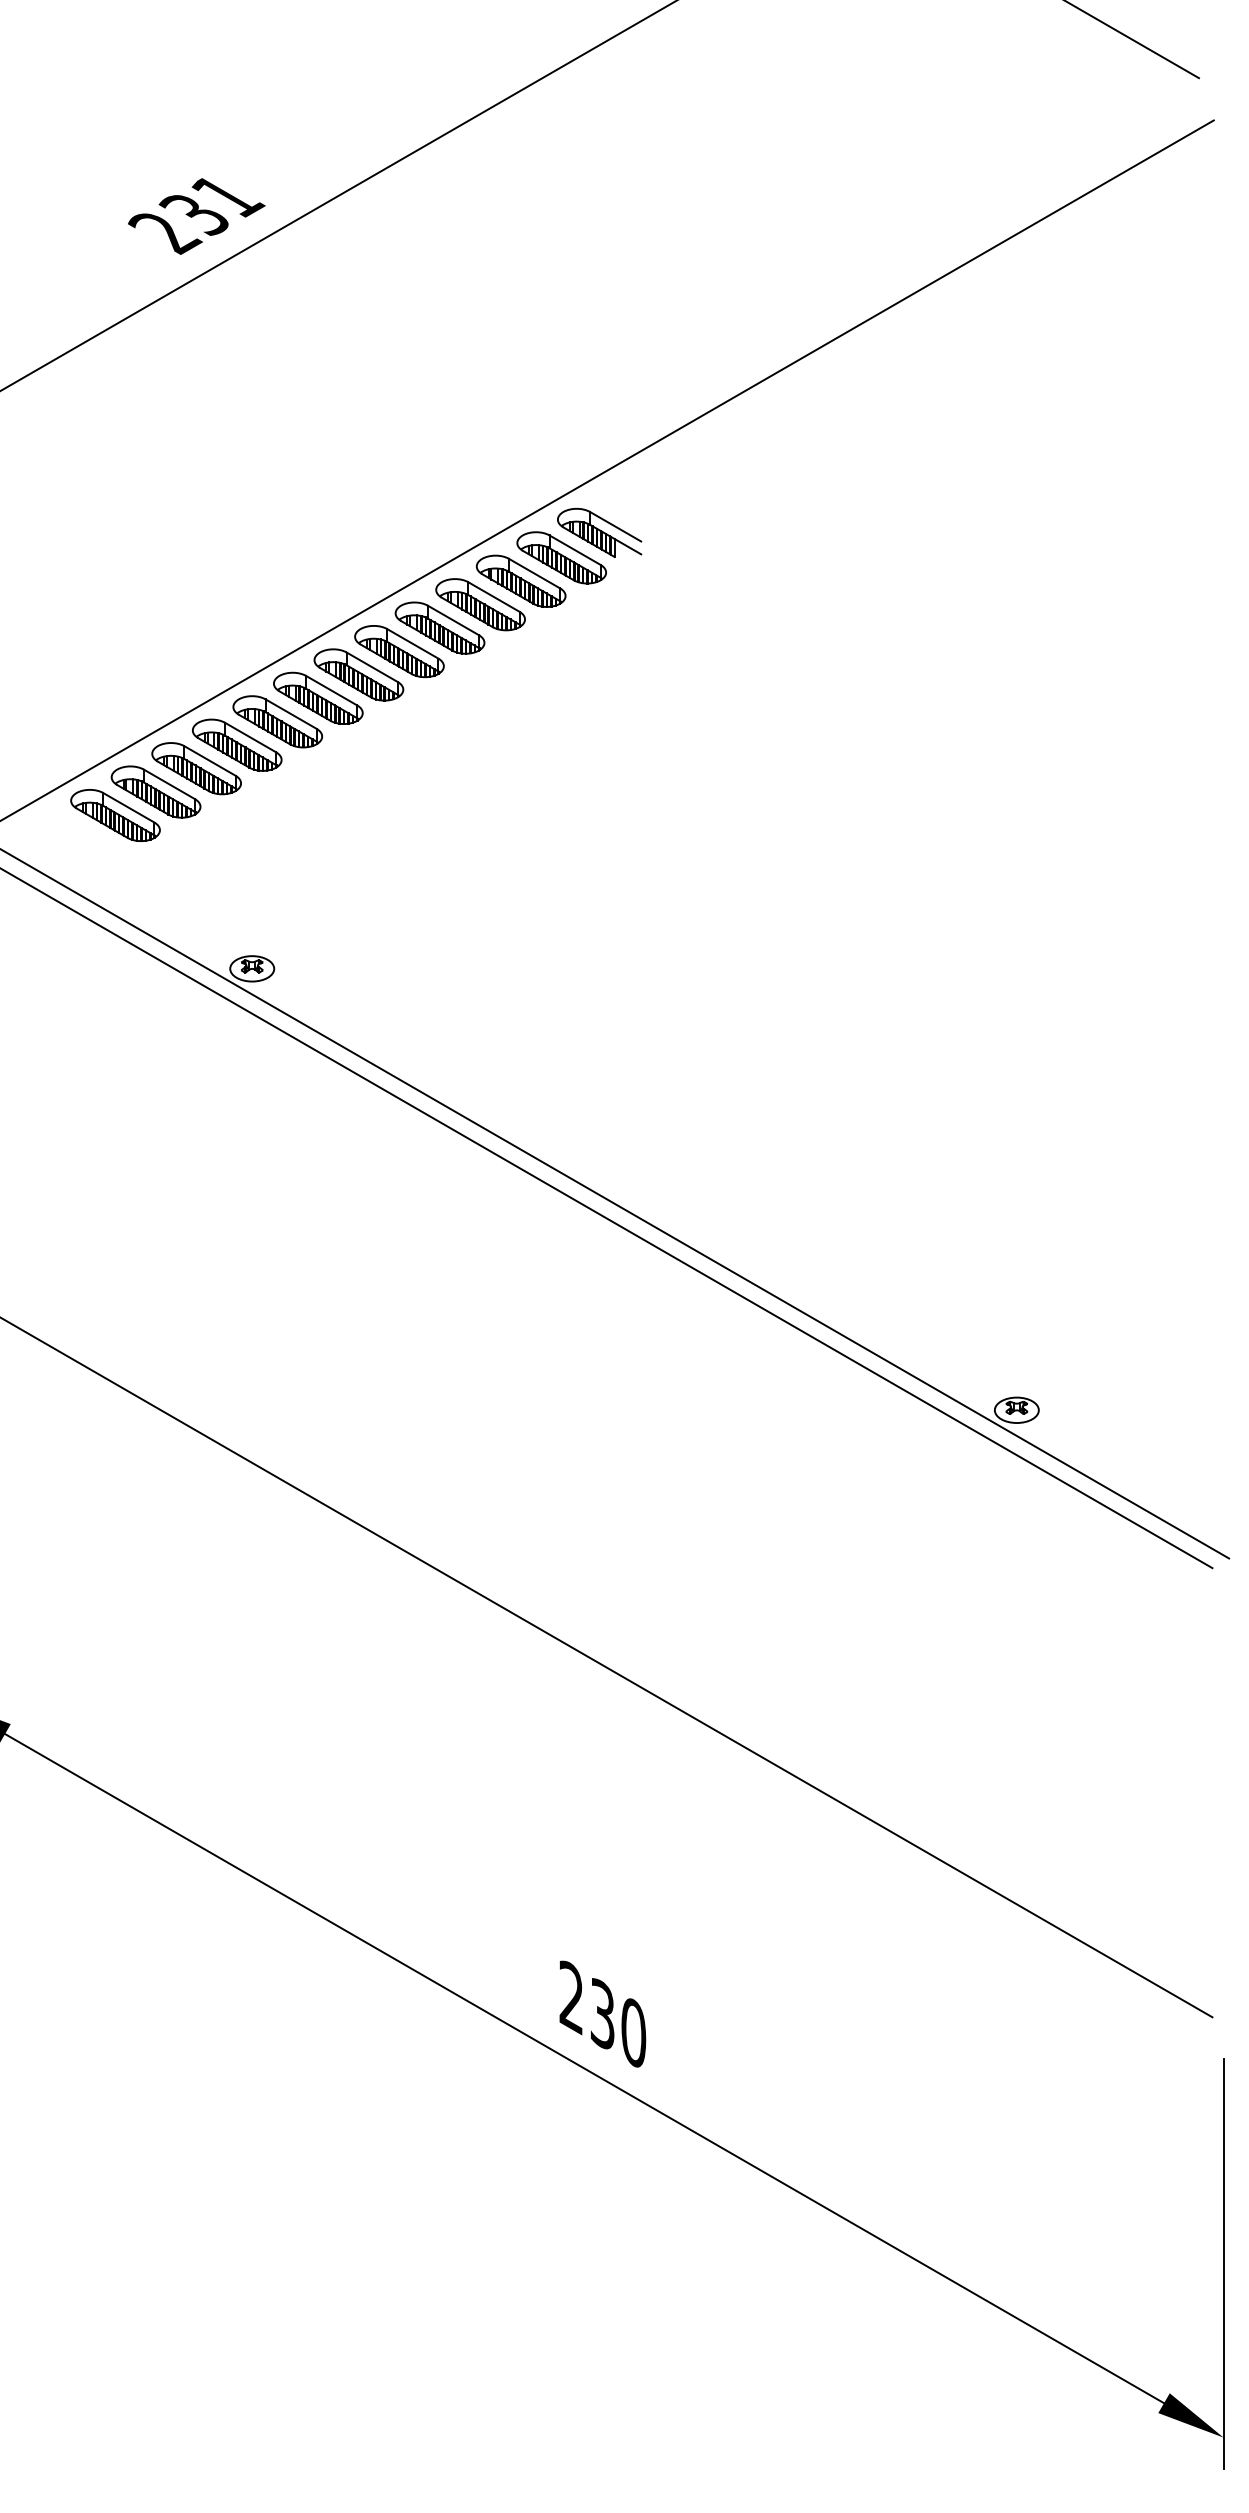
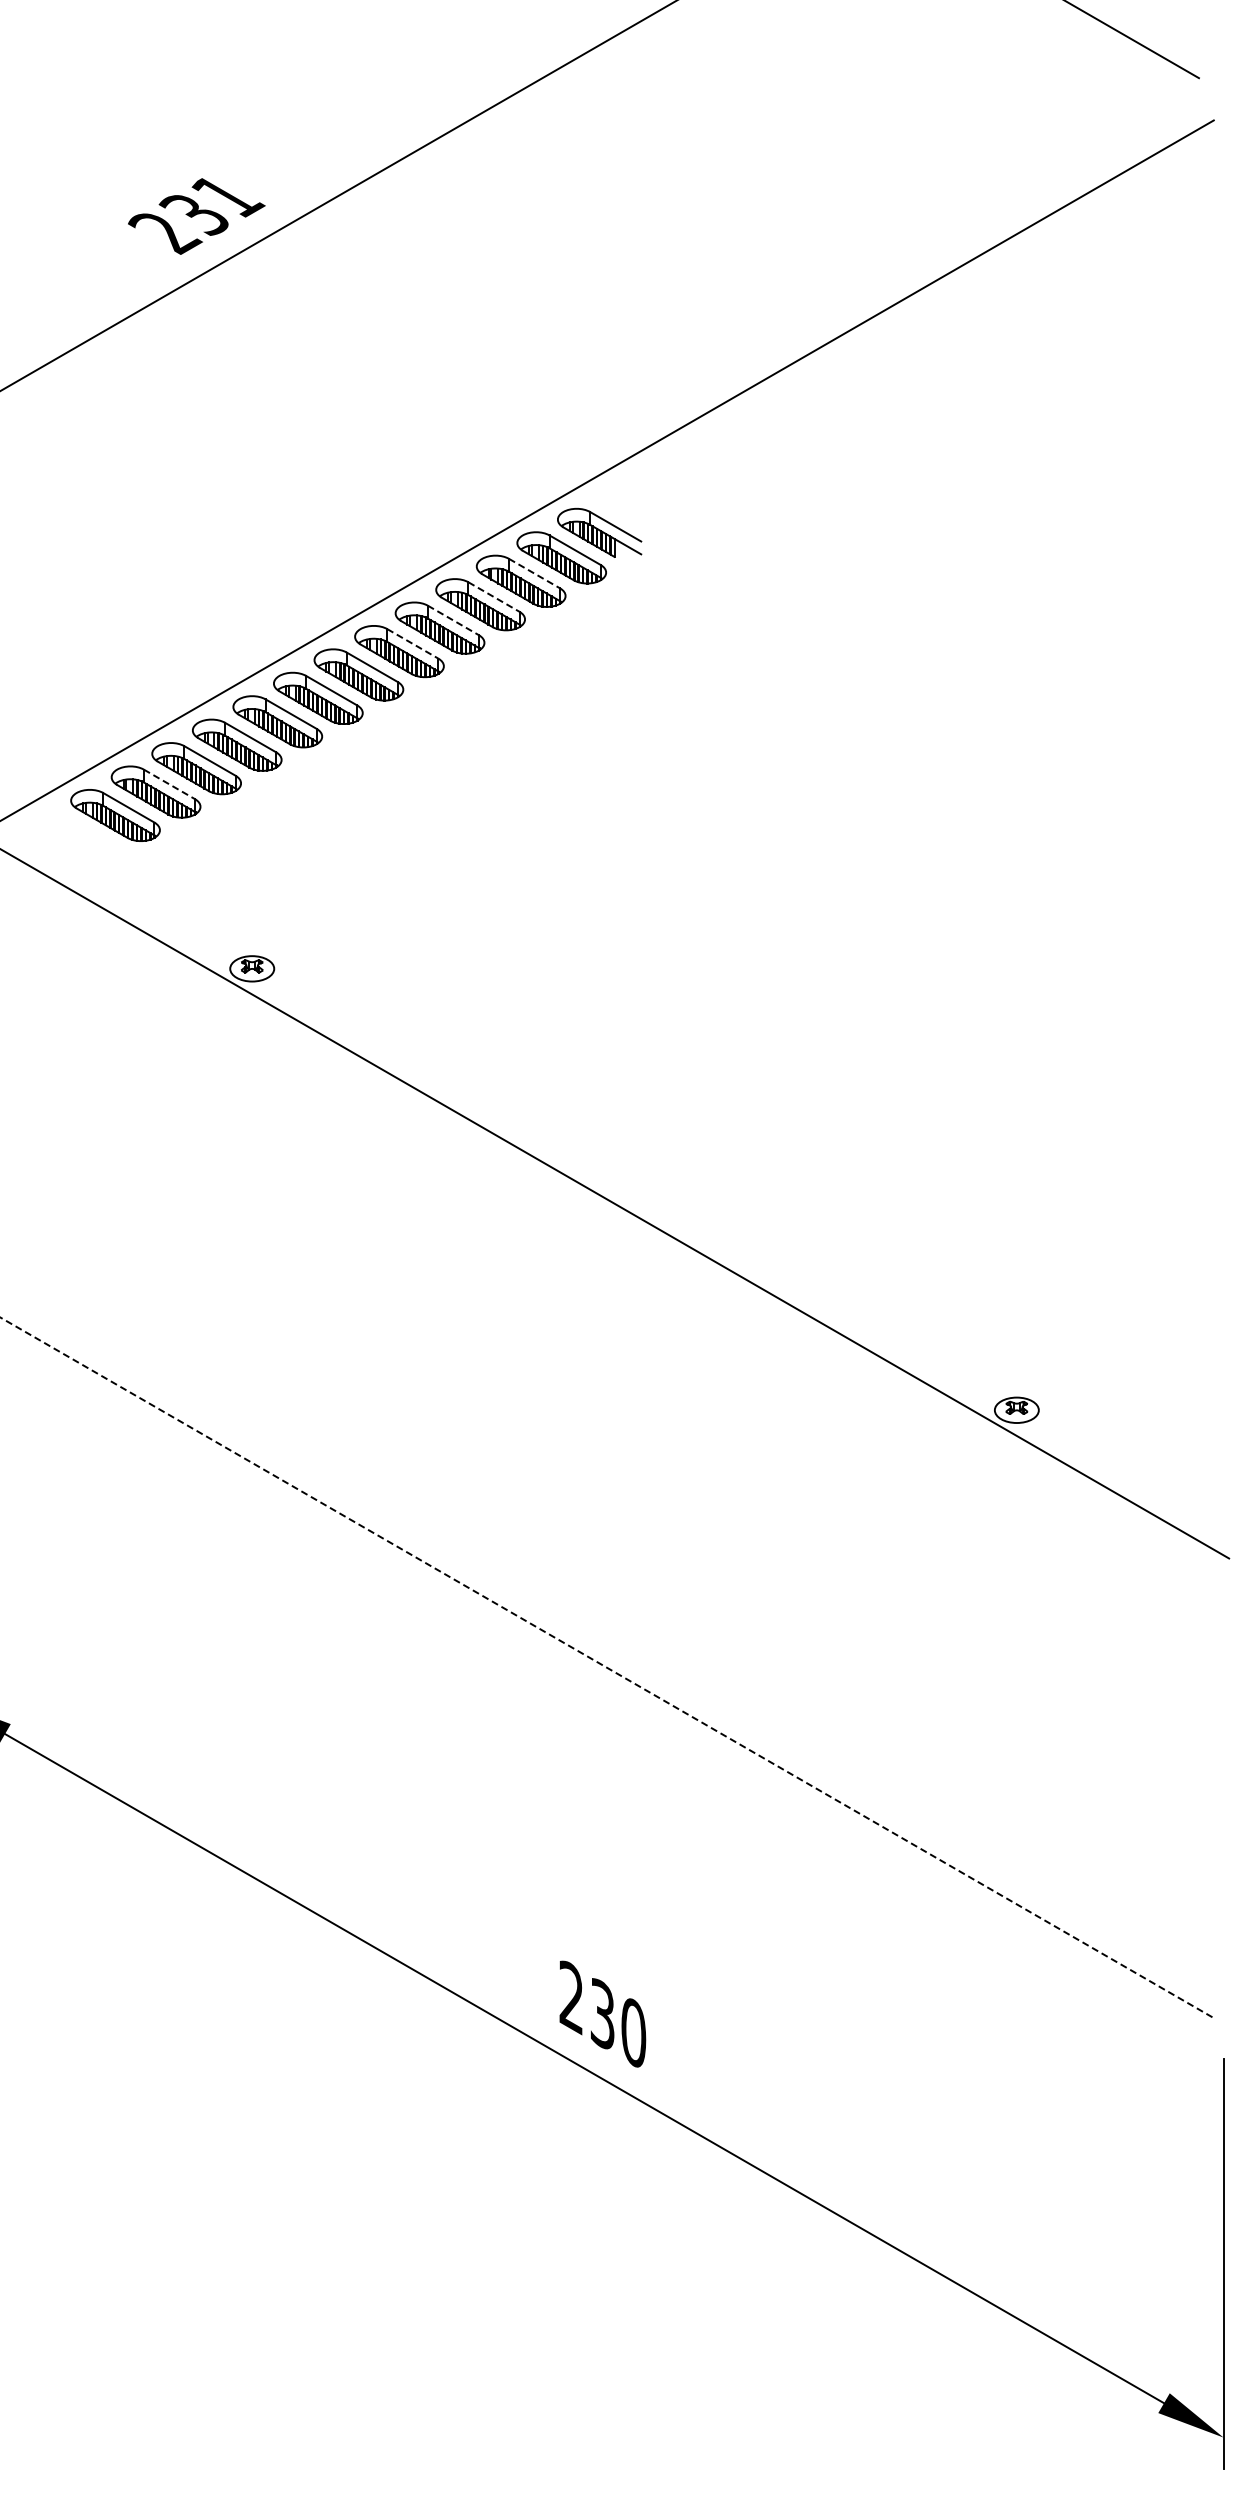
line at (534, 573): solid -> dashed
line at (493, 597): solid -> dashed
line at (453, 620): solid -> dashed
line at (412, 643): solid -> dashed
line at (169, 784): solid -> dashed
line at (607, 1218): present -> none
line at (606, 1667): solid -> dashed
